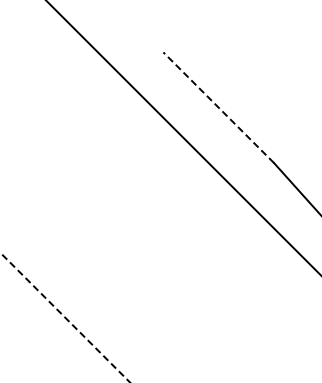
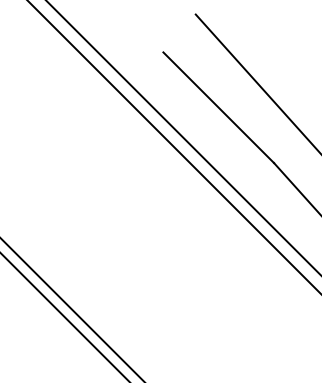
line at (256, 82): none -> present
line at (218, 107): dashed -> solid
line at (173, 146): none -> present
line at (71, 309): none -> present
line at (65, 317): dashed -> solid
